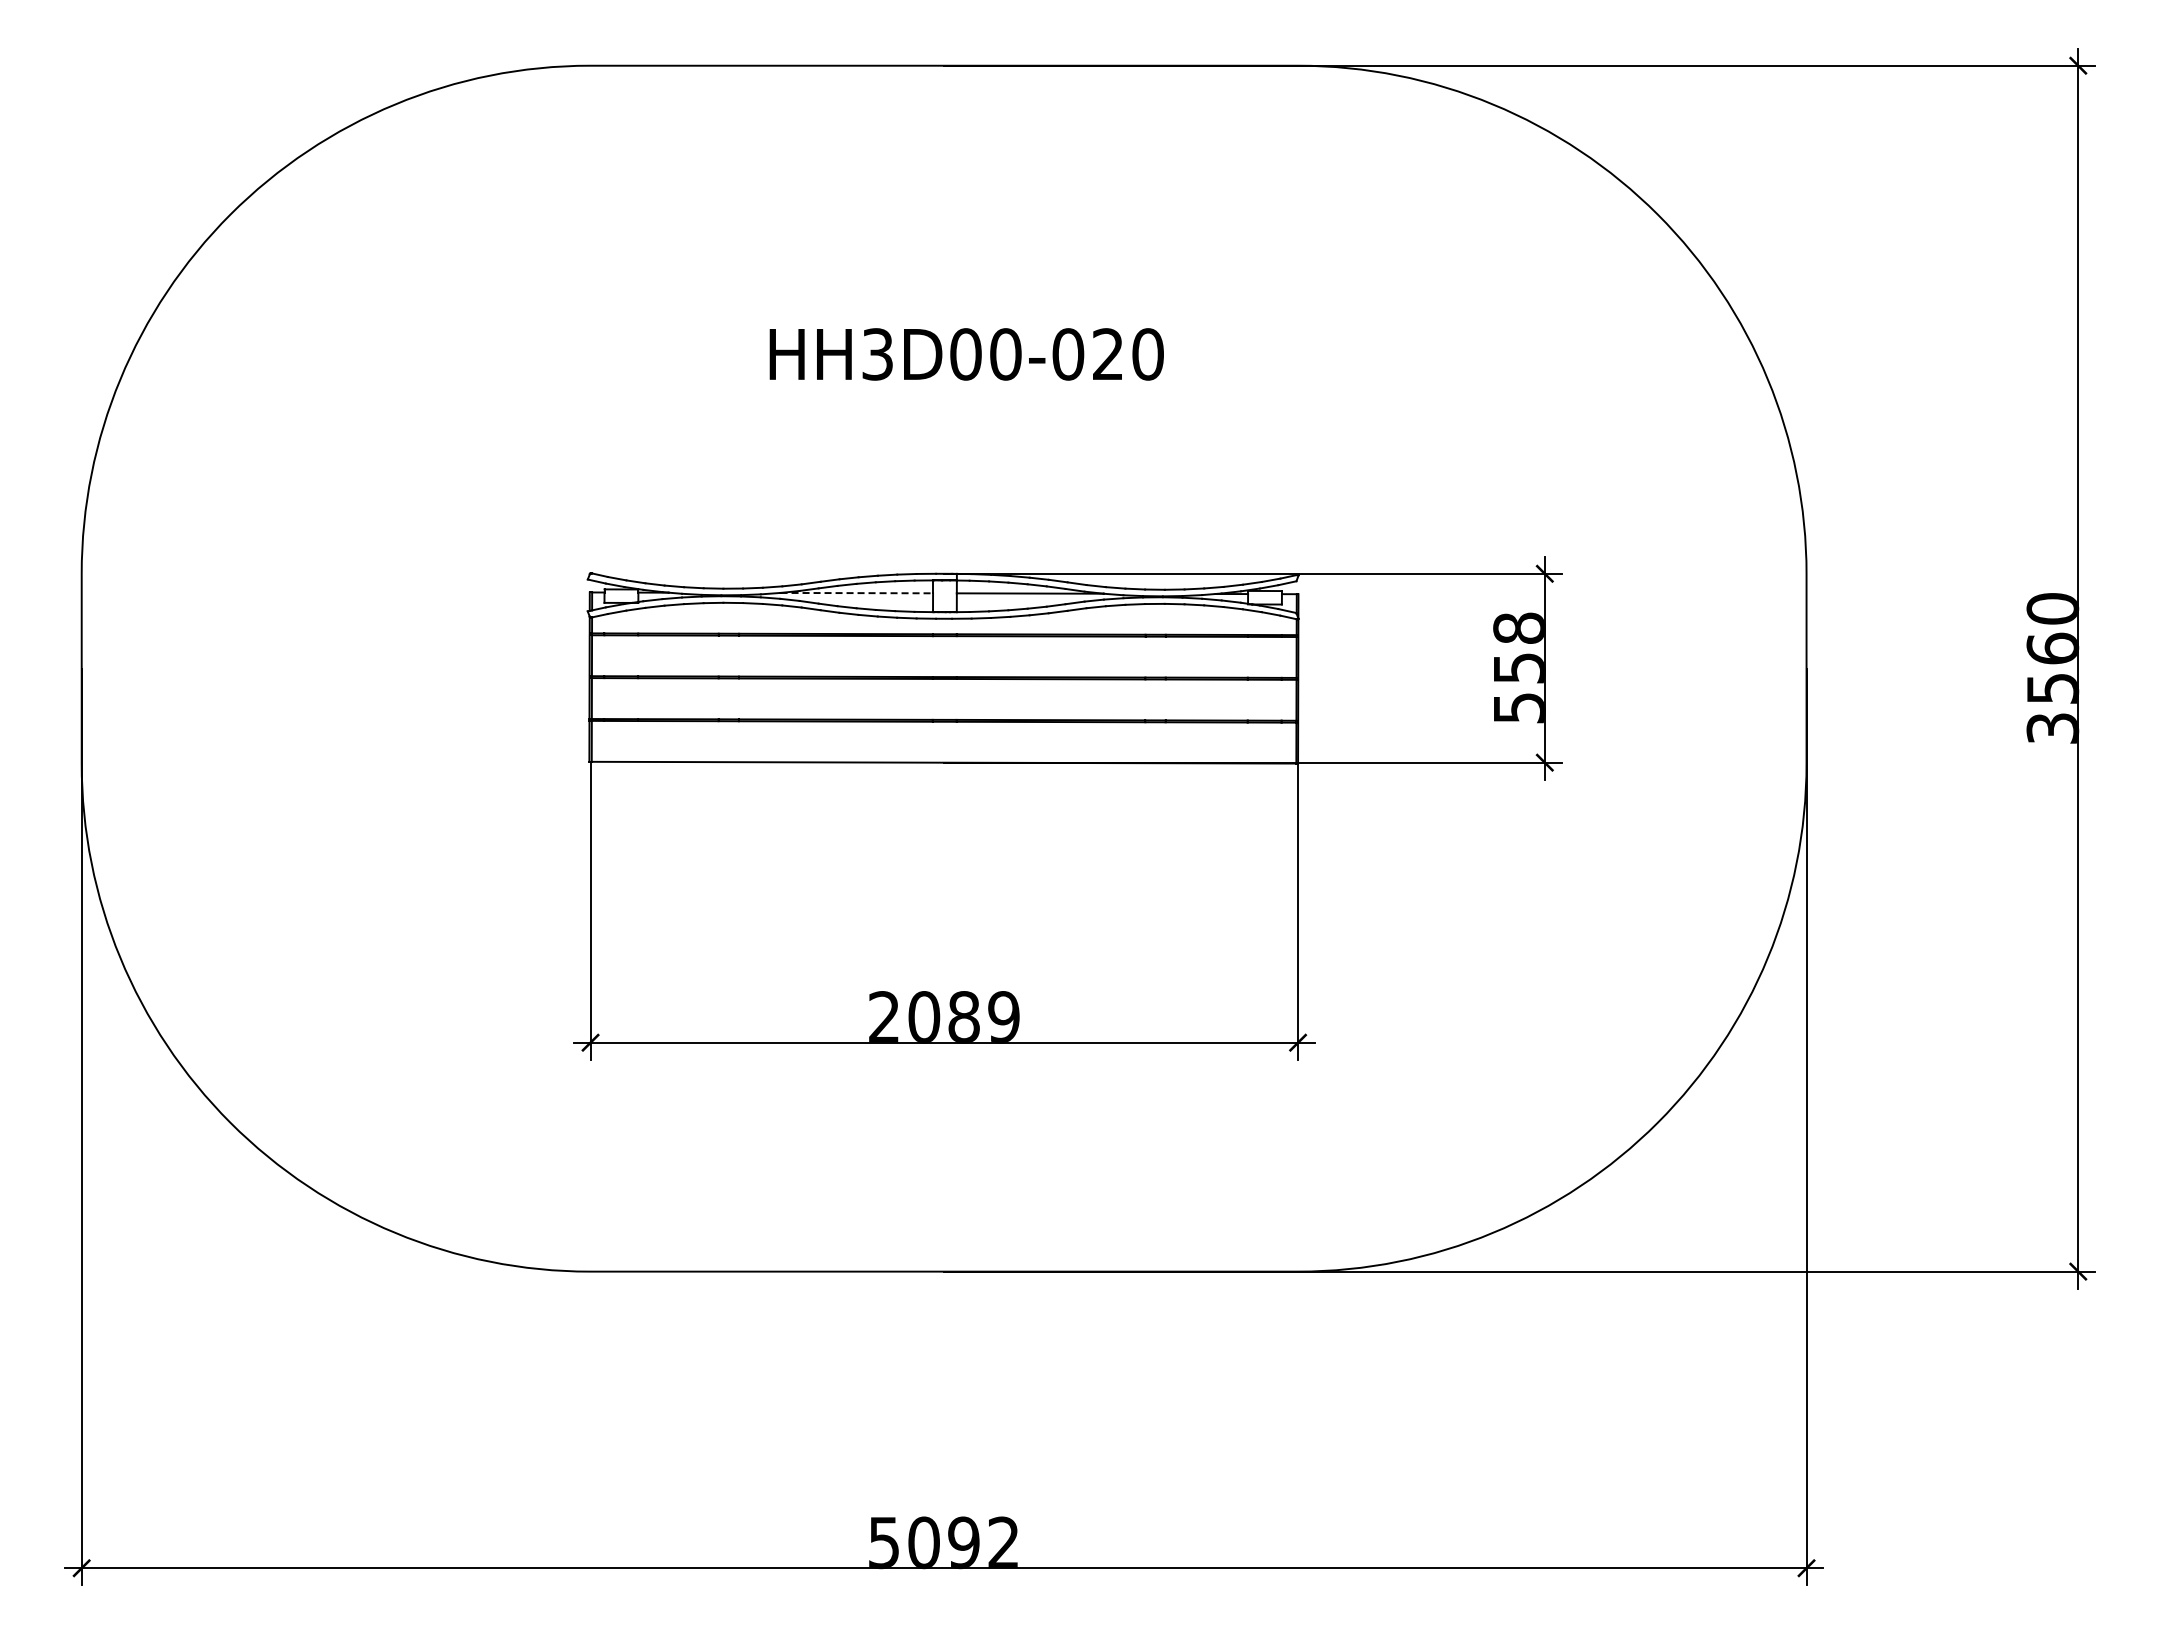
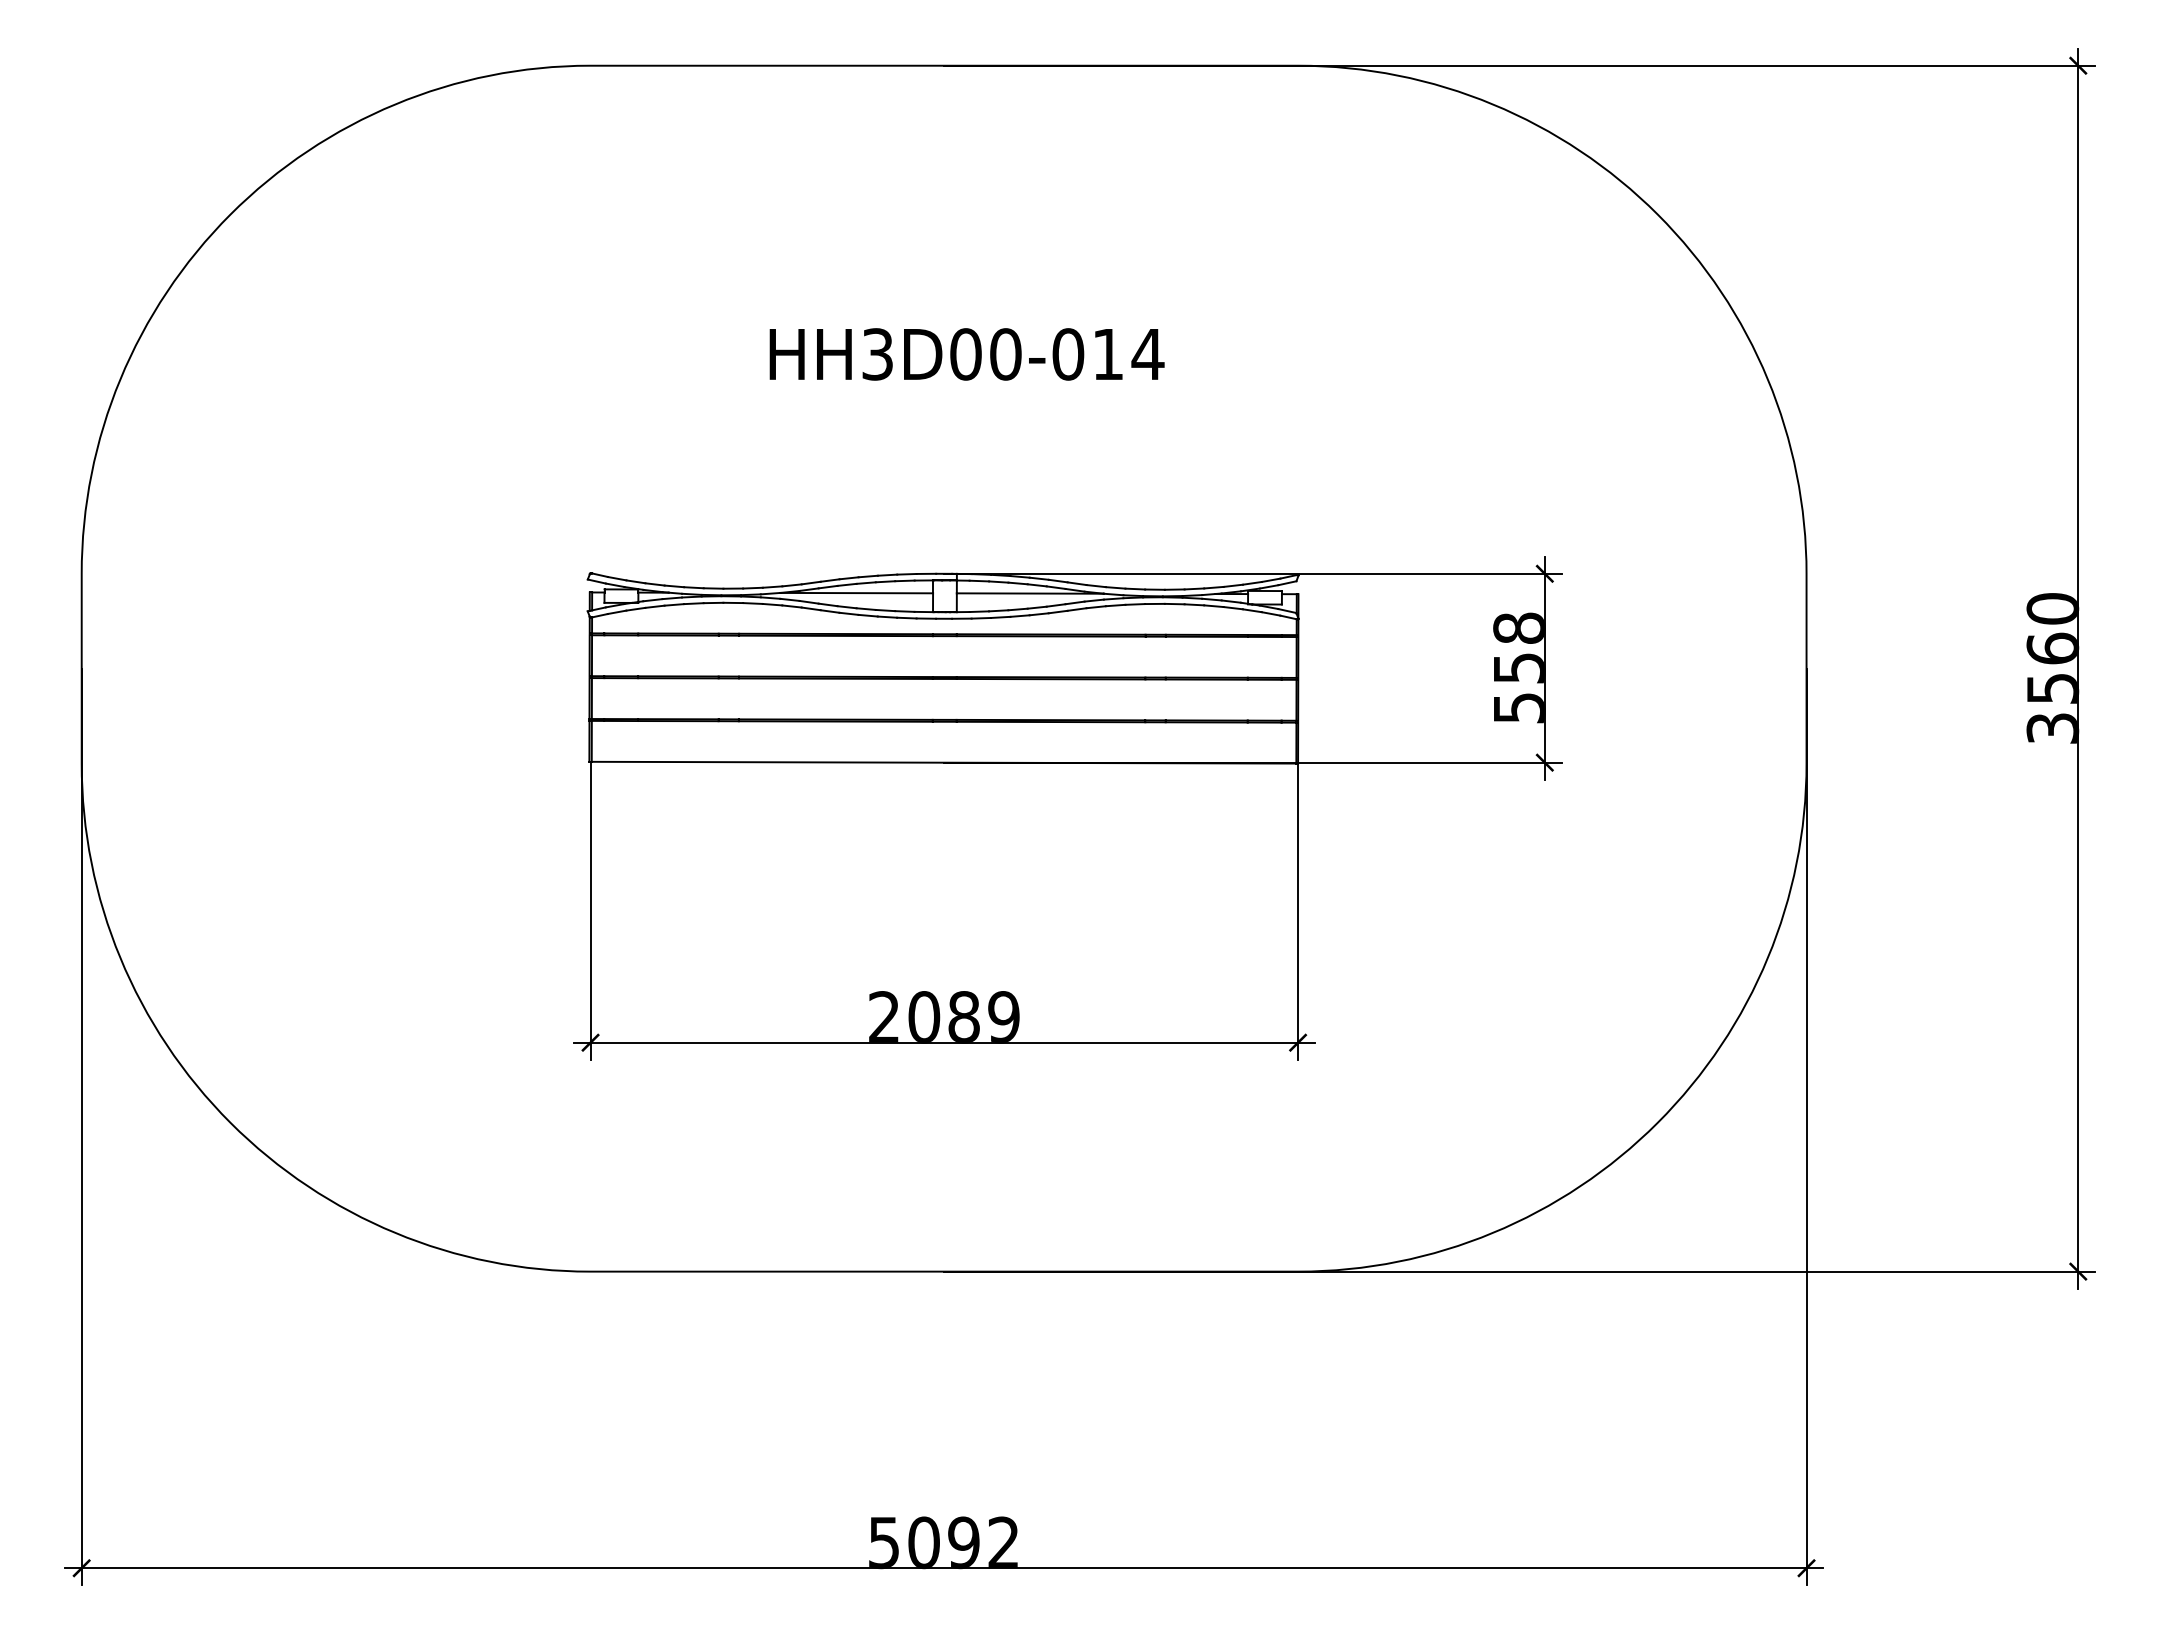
text at (1128, 354): HH3D00-020 -> HH3D00-014
line at (857, 593): dashed -> solid
